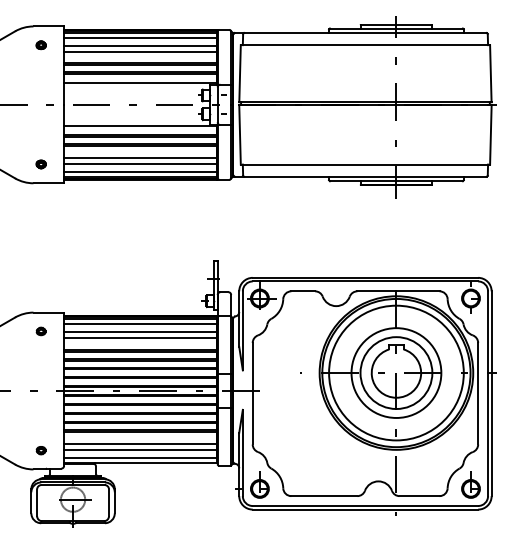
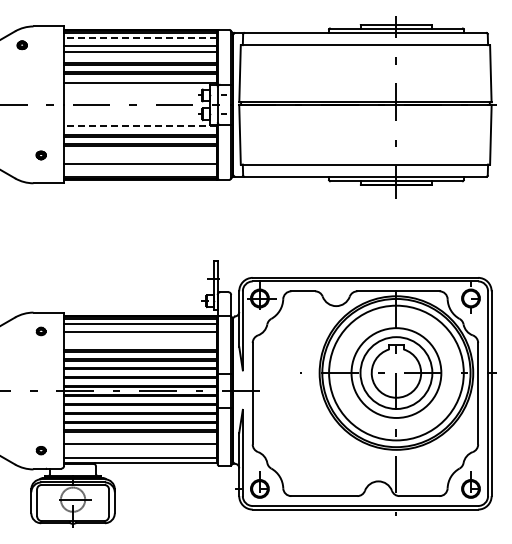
line at (139, 37): solid -> dashed
part at (40, 45) position: (40, 45) -> (21, 45)
line at (139, 126): solid -> dashed
line at (140, 157): present -> none
part at (40, 164) position: (40, 164) -> (40, 155)
line at (140, 172): present -> none
line at (140, 338): present -> none
line at (140, 450): present -> none
